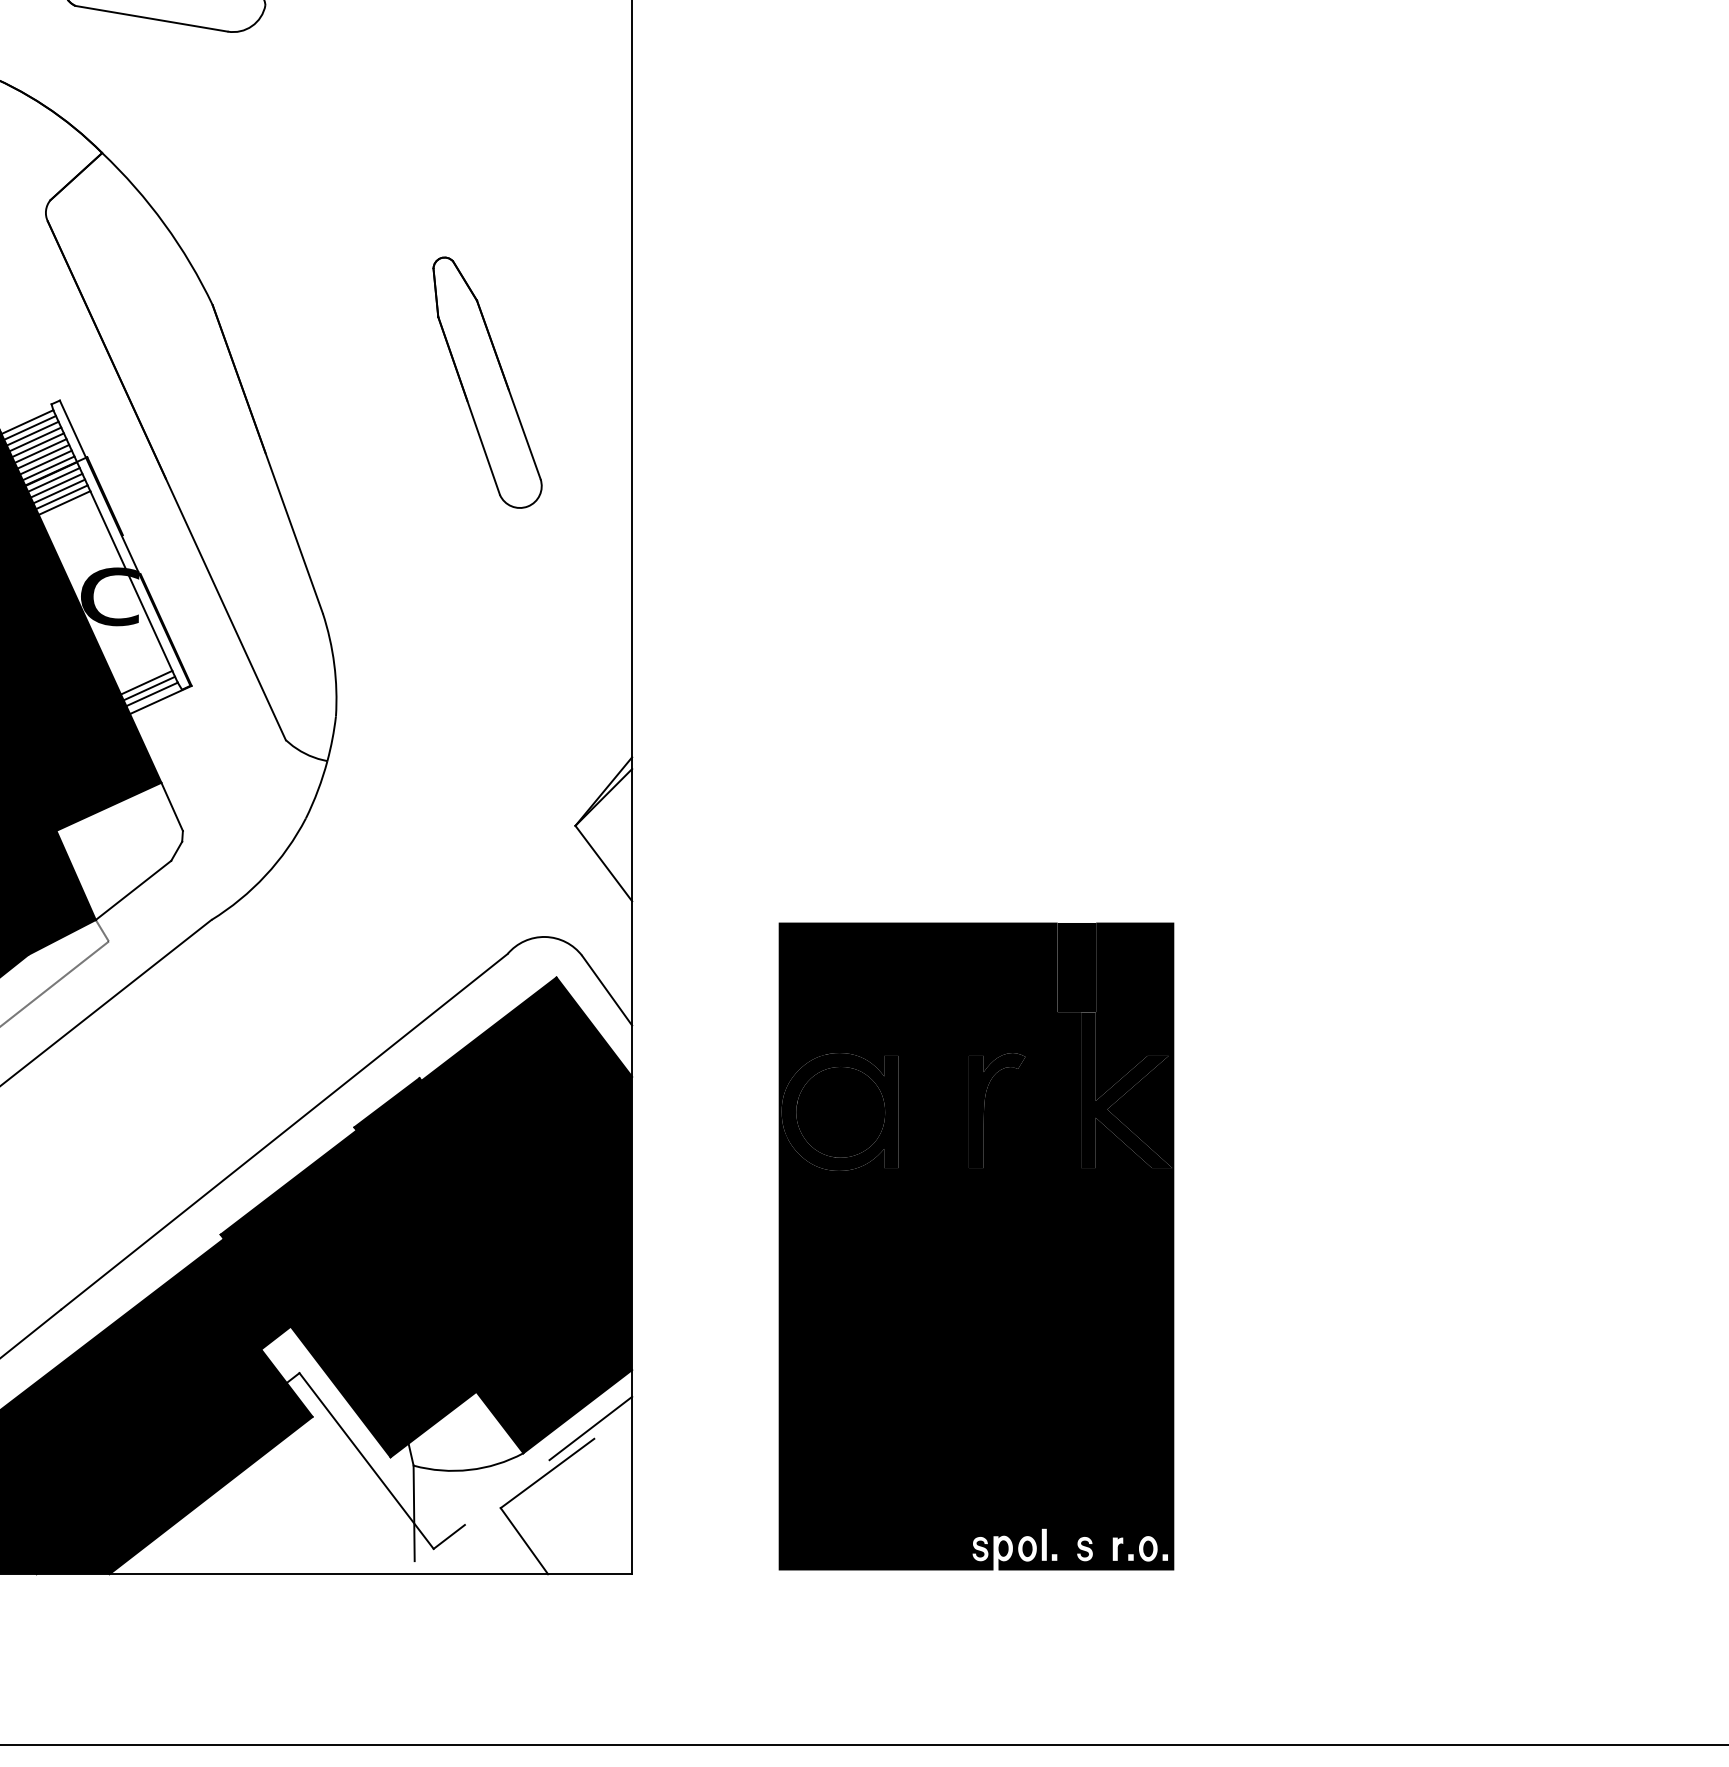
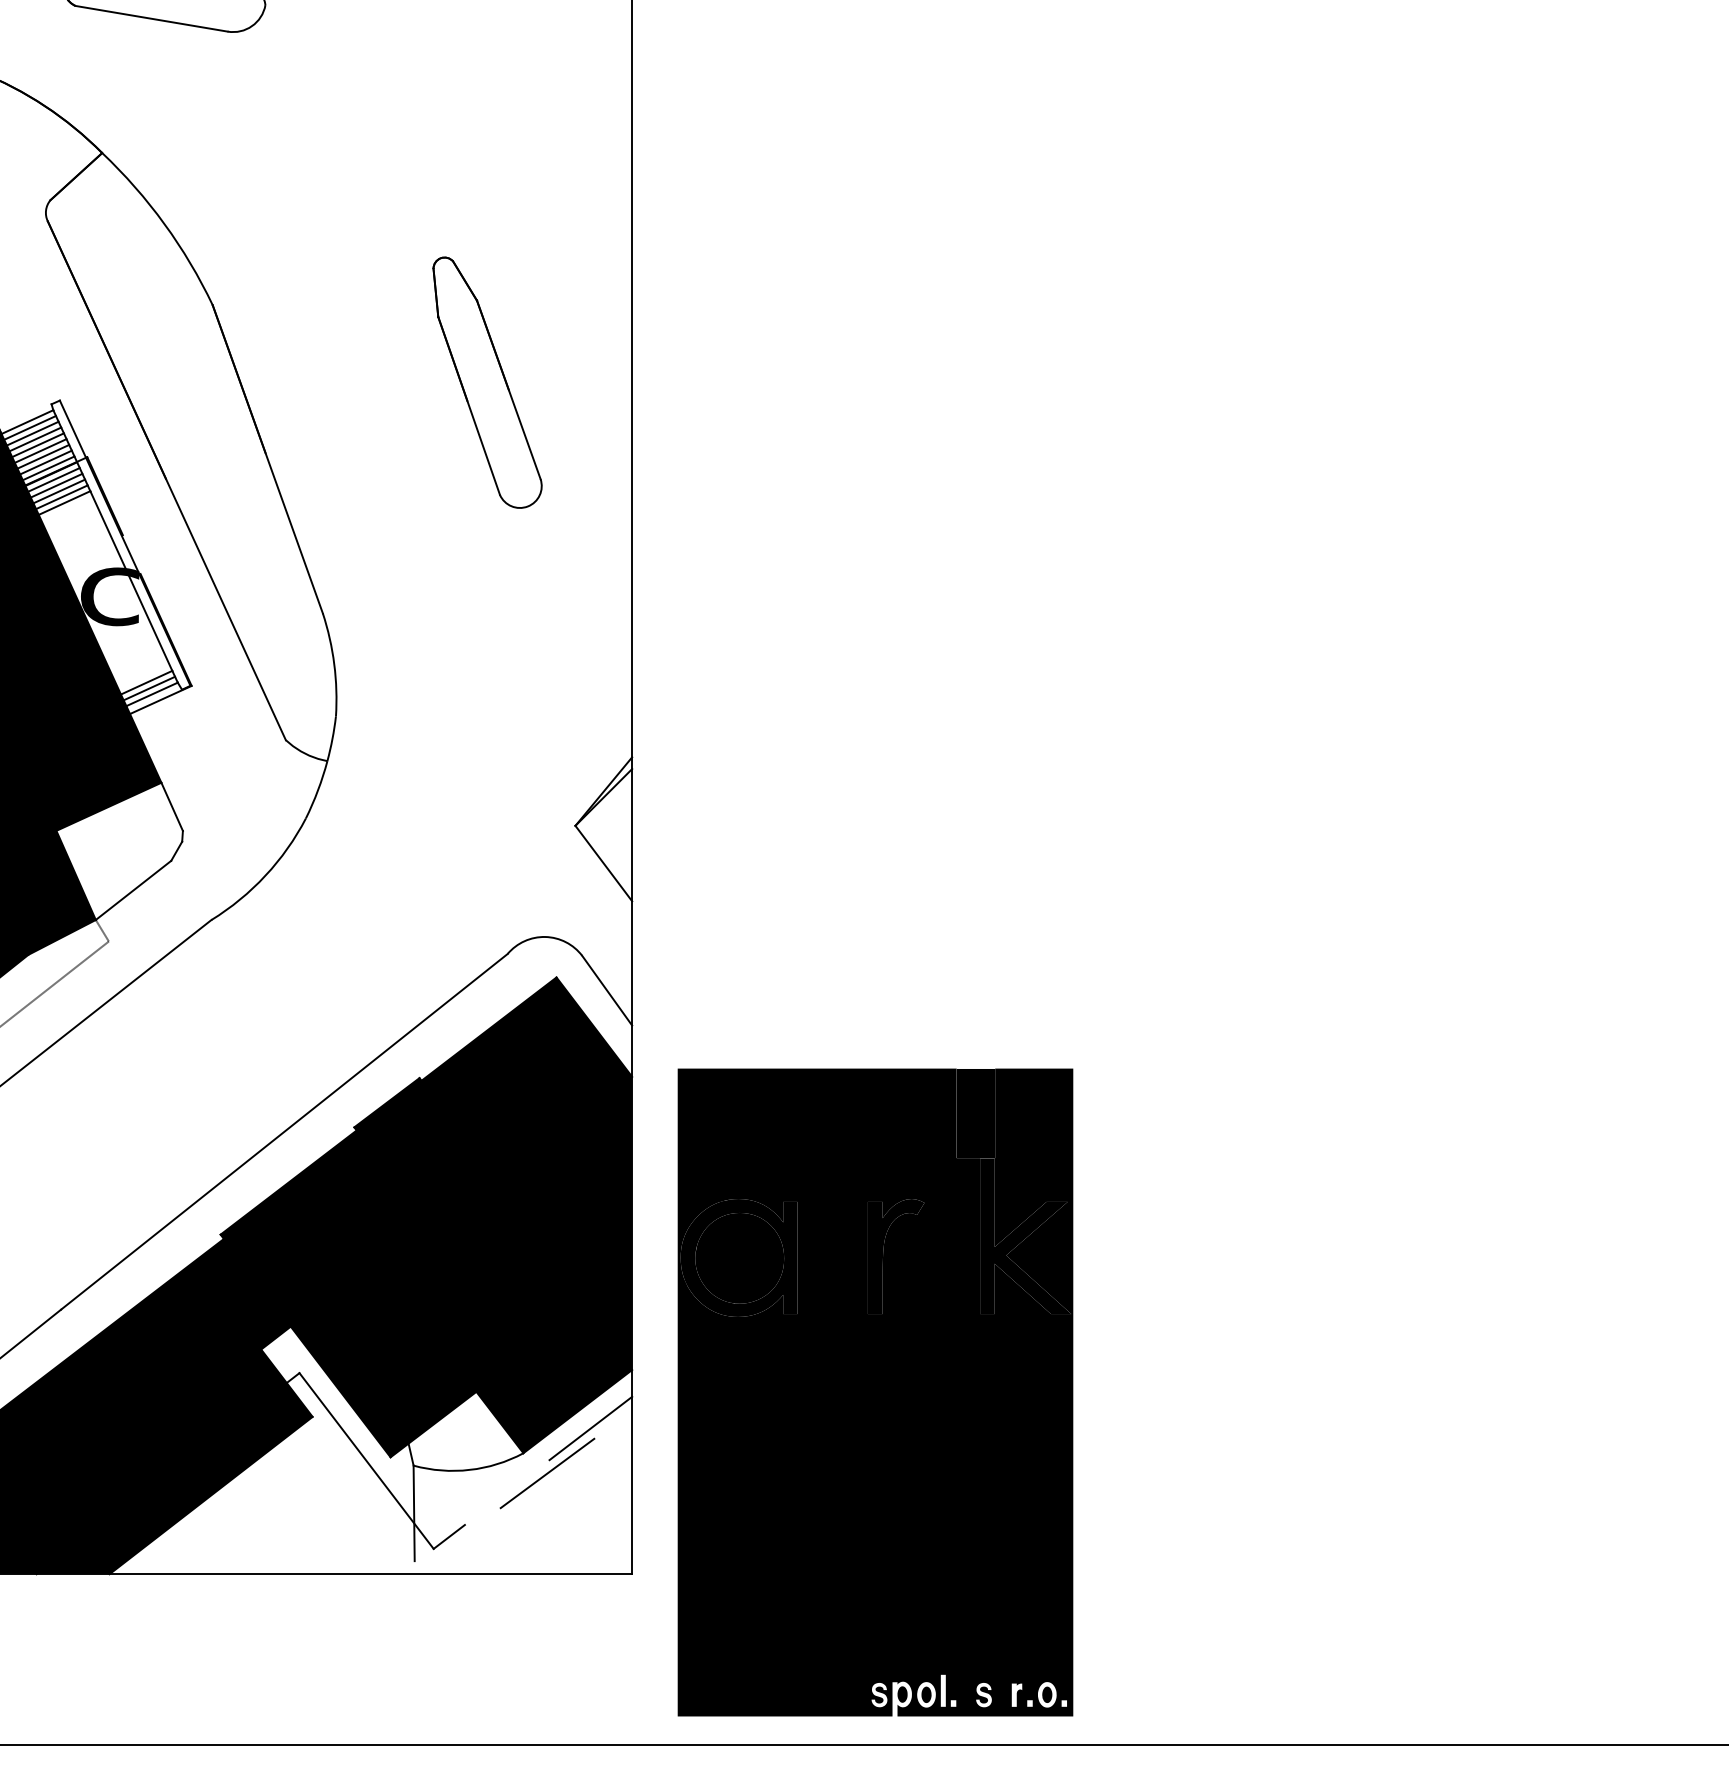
part at (976, 1246) position: (976, 1246) -> (875, 1392)
line at (524, 1541): present -> none
